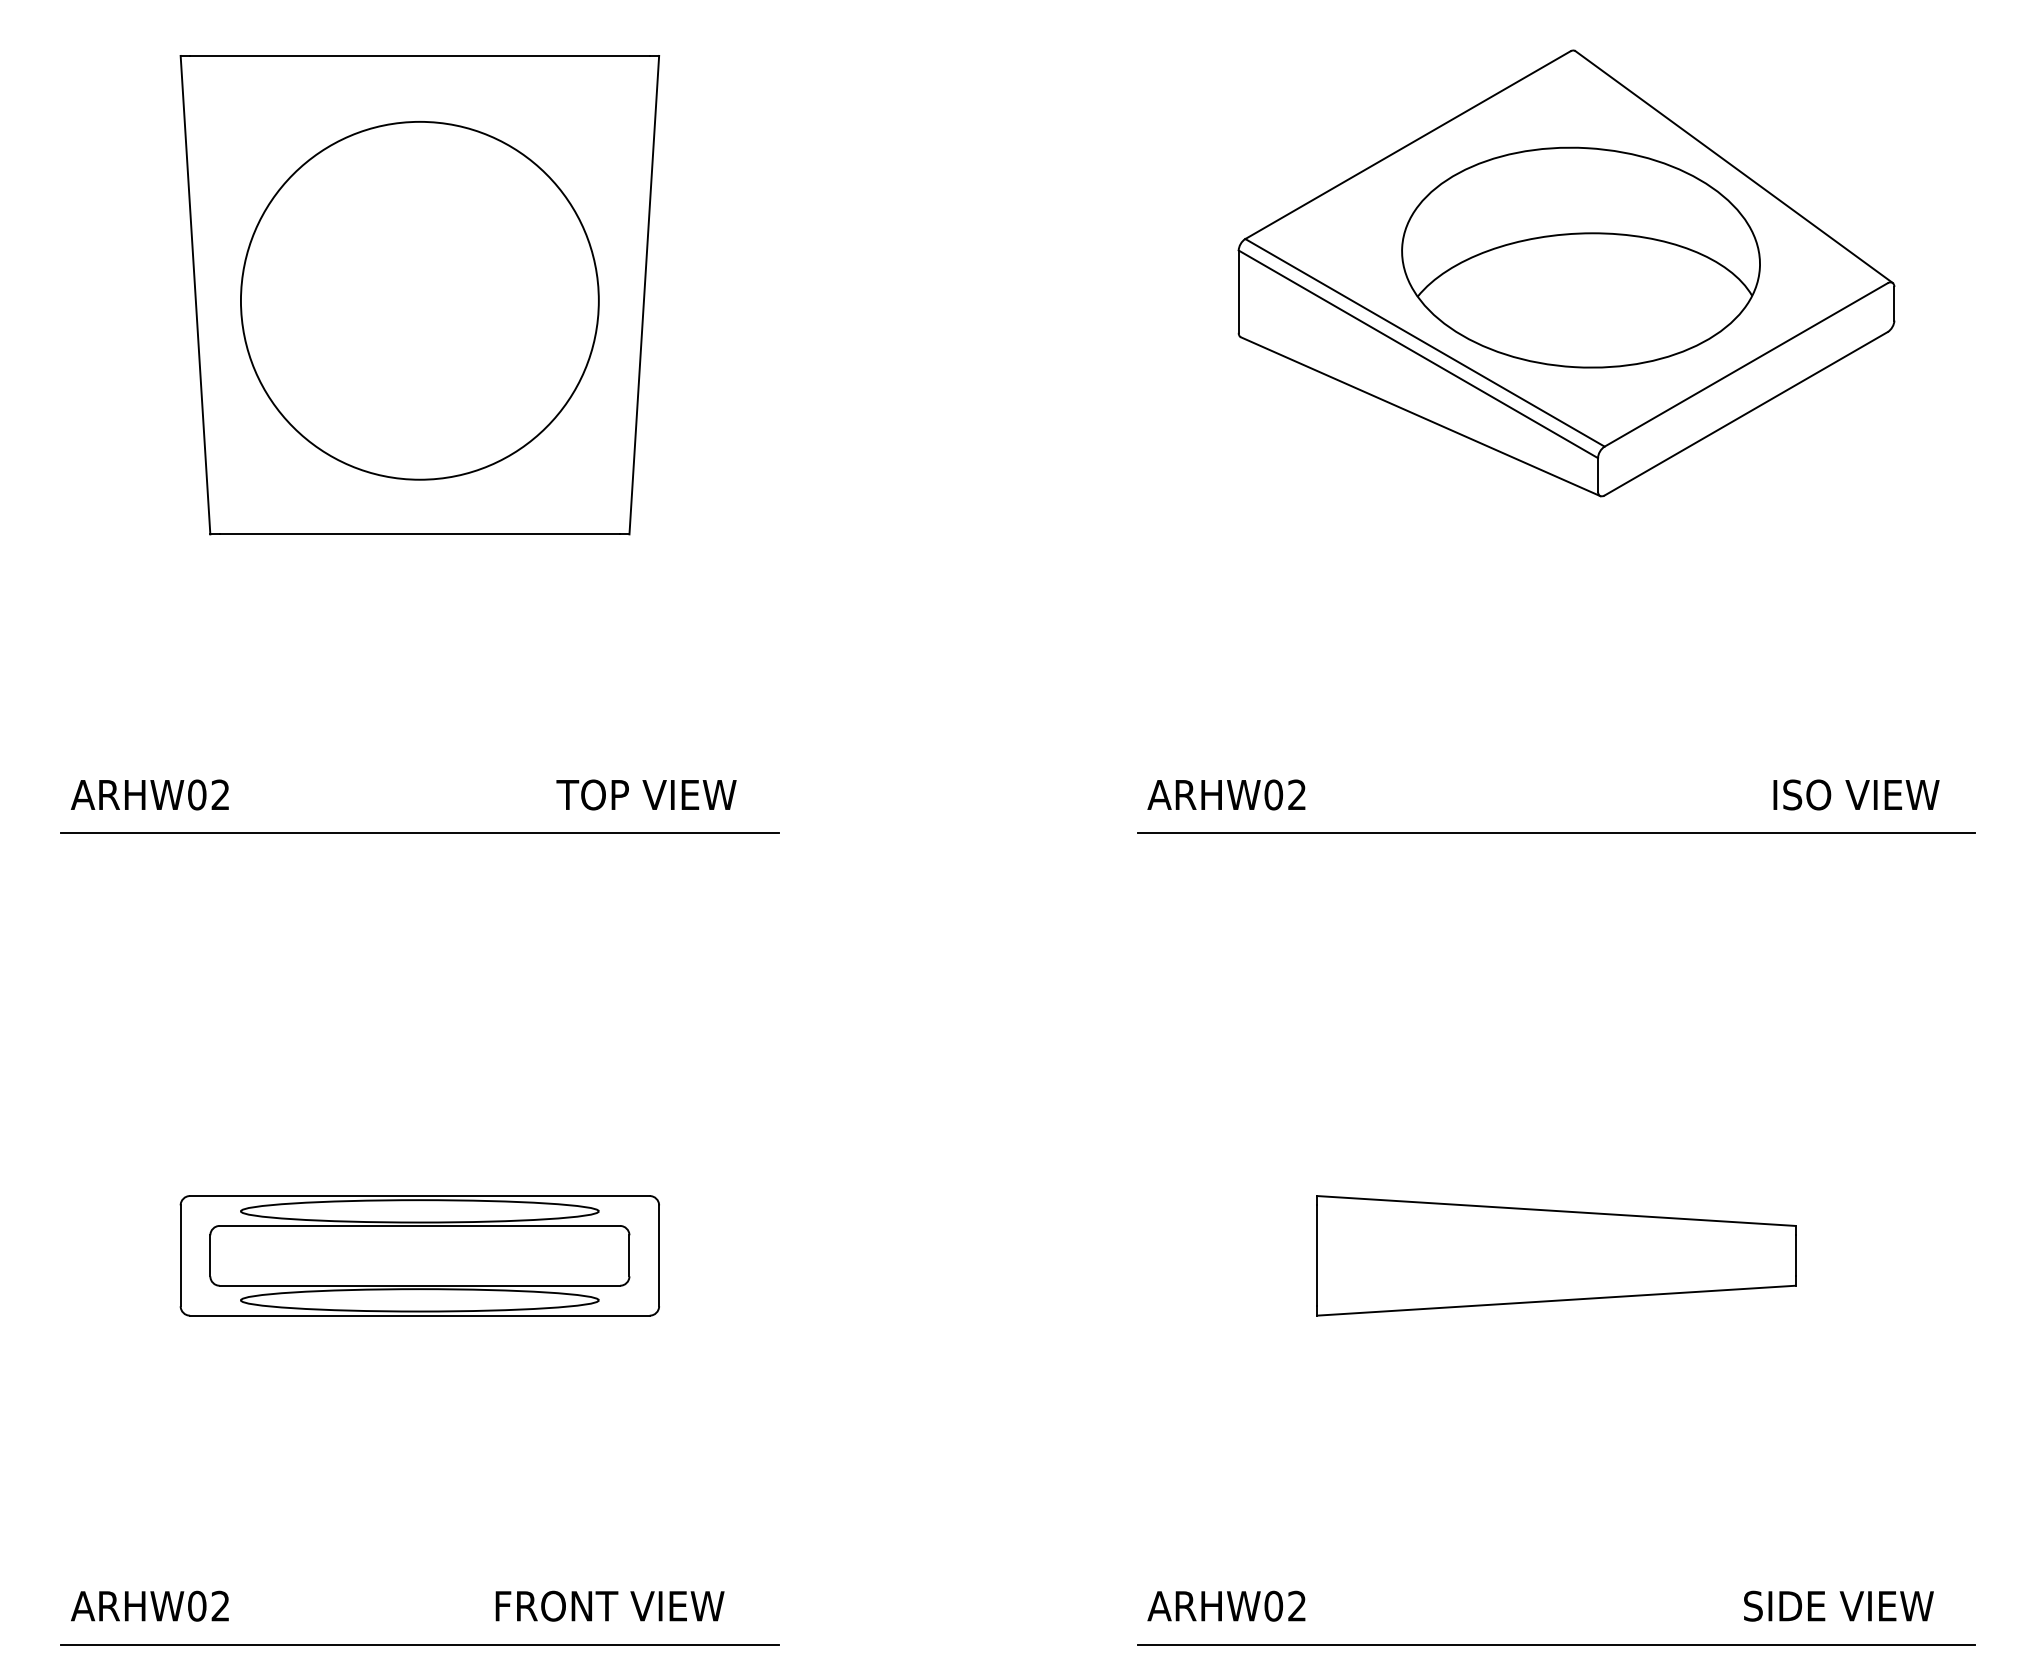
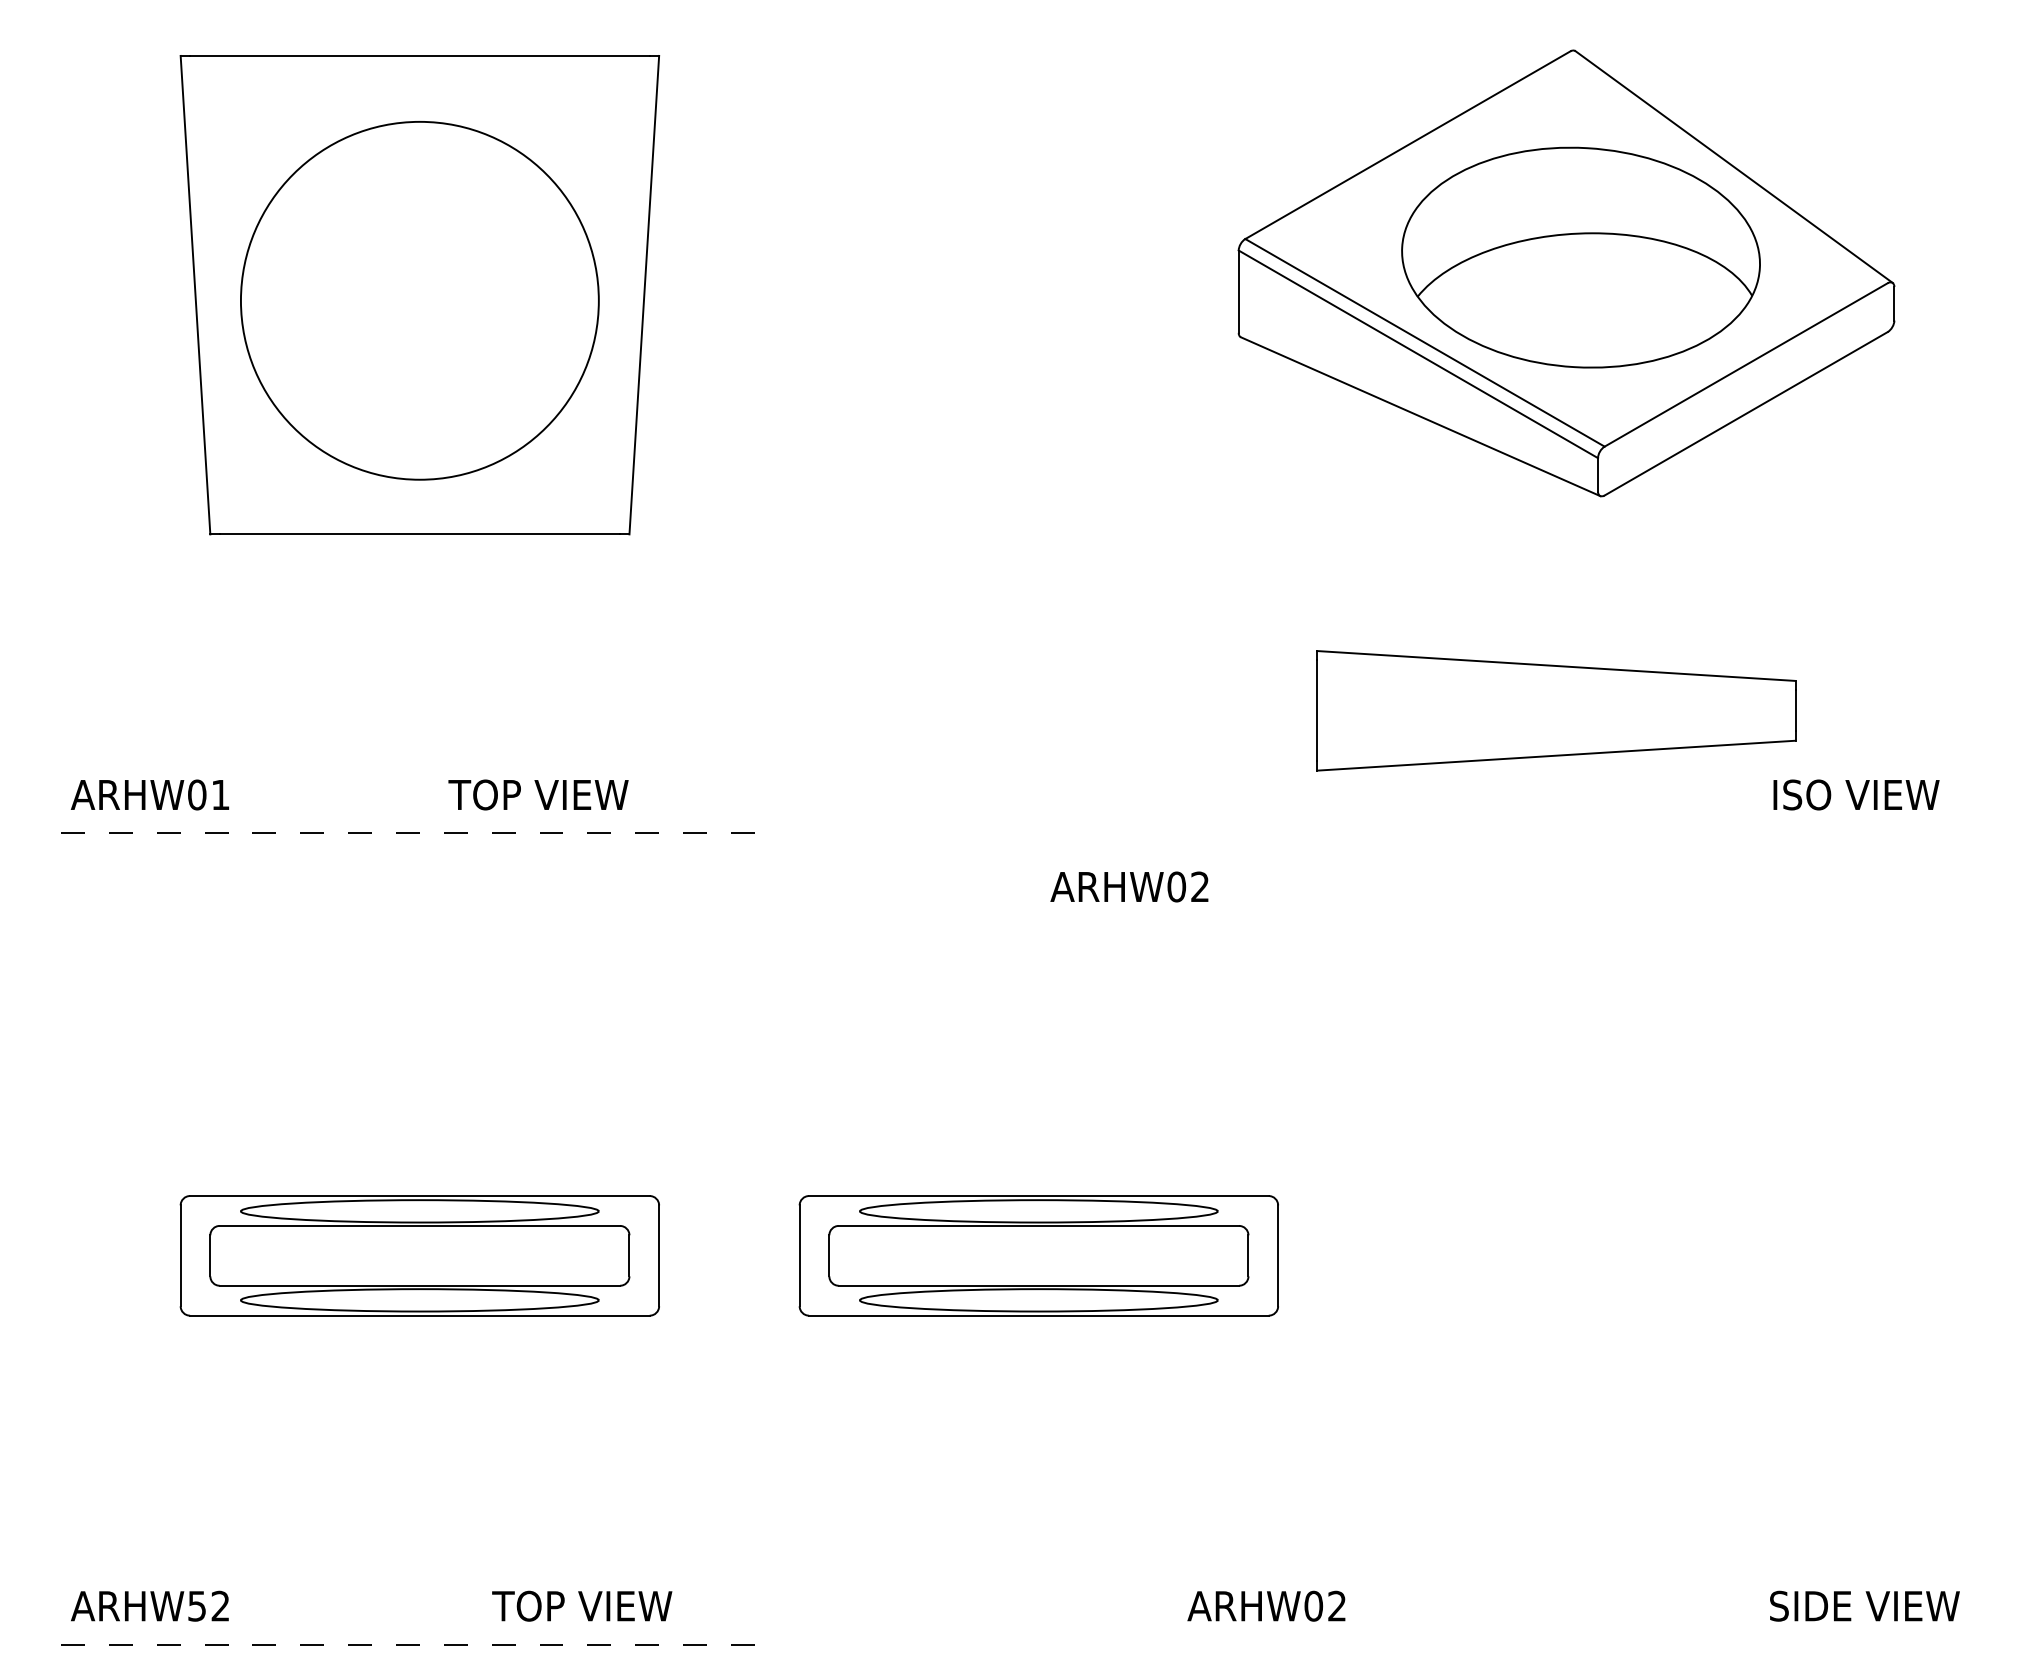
text at (220, 794): ARHW02 -> ARHW01
text at (646, 794) position: (646, 794) -> (538, 794)
text at (1226, 794) position: (1226, 794) -> (1129, 886)
line at (419, 833): solid -> dashed
line at (1555, 833): present -> none
part at (1038, 1255): none -> present
part at (1556, 1255) position: (1556, 1255) -> (1556, 710)
text at (197, 1605): ARHW02 -> ARHW52
text at (608, 1605): FRONT VIEW -> TOP VIEW
text at (1226, 1605) position: (1226, 1605) -> (1266, 1605)
text at (1838, 1605) position: (1838, 1605) -> (1864, 1605)
line at (419, 1644): solid -> dashed
line at (1555, 1644): present -> none
